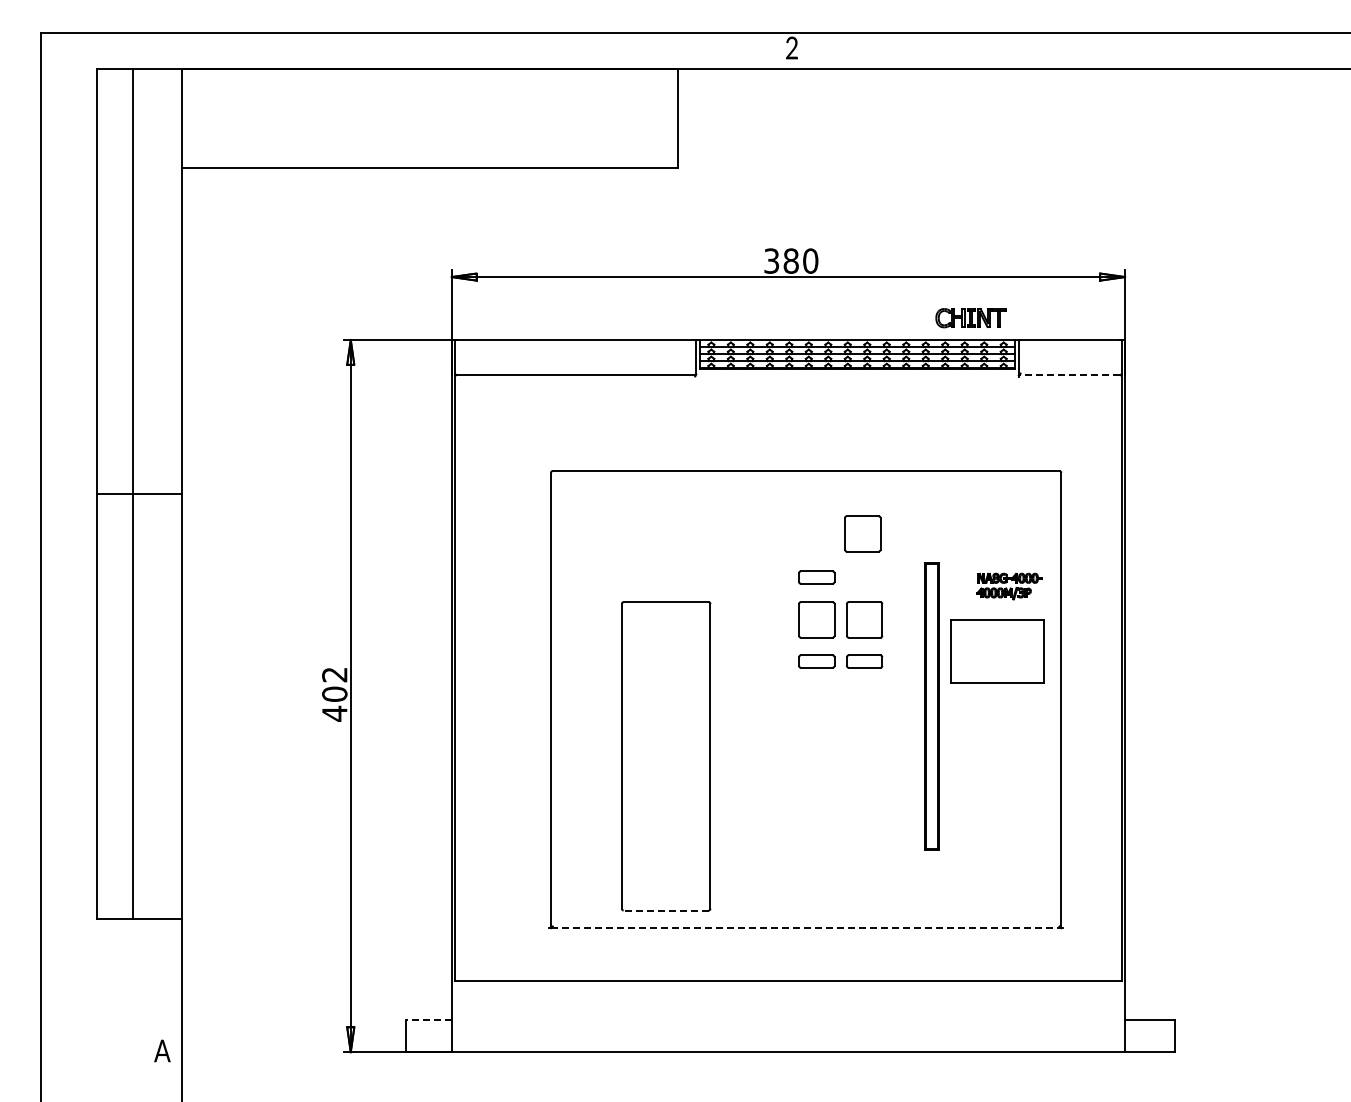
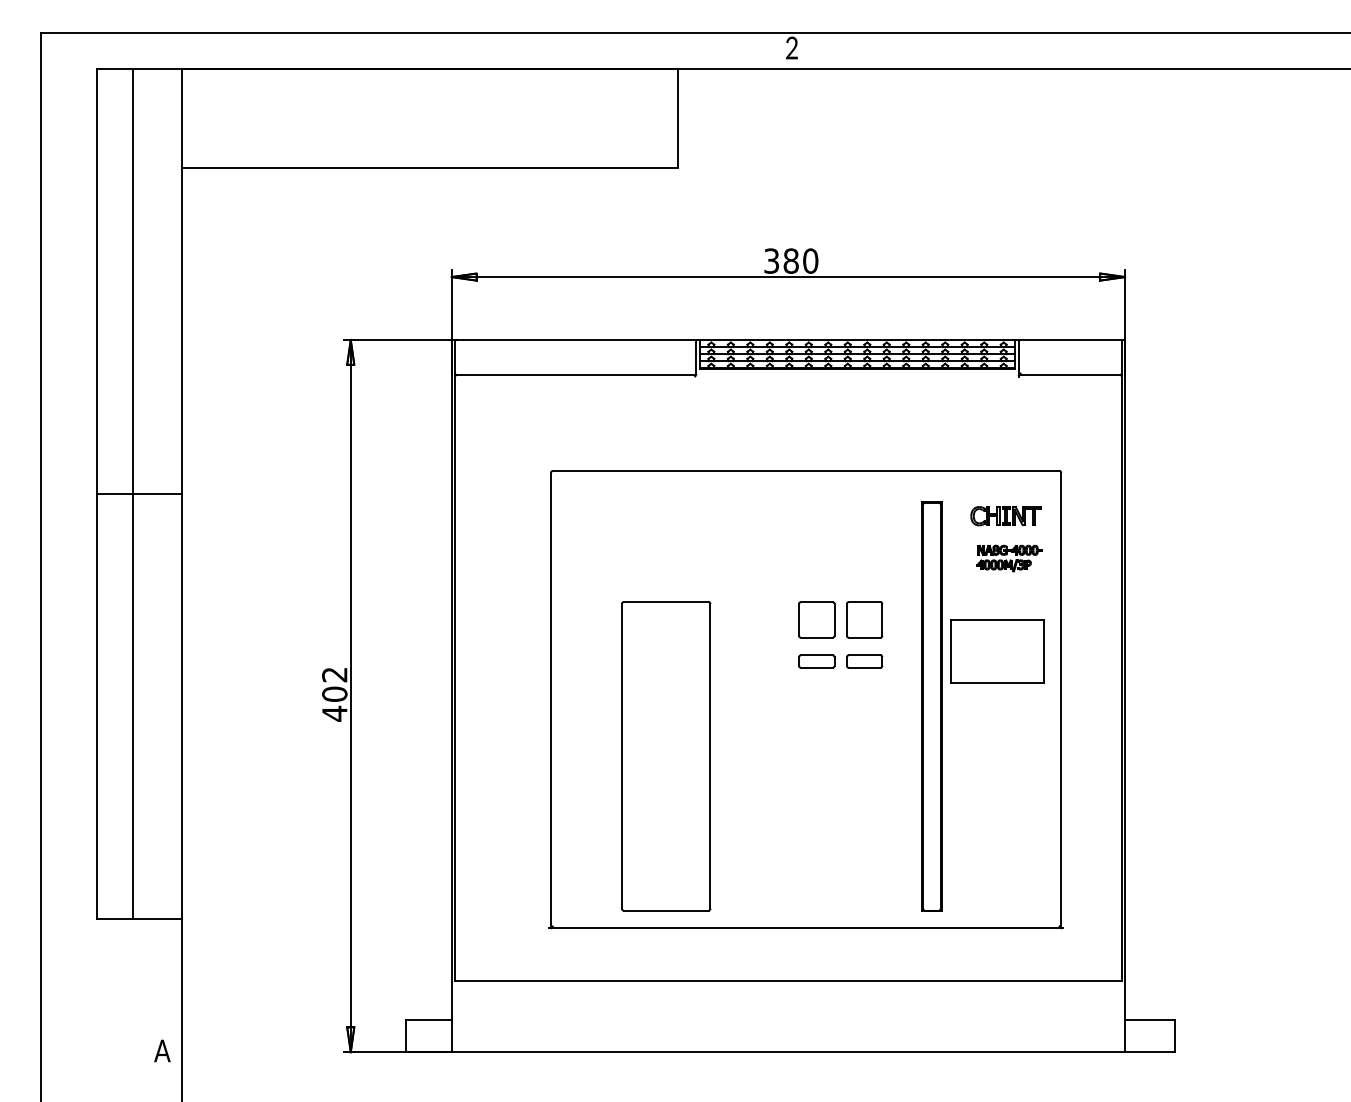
part at (970, 318) position: (970, 318) -> (1005, 516)
line at (1068, 375): dashed -> solid
part at (862, 533): present -> none
part at (816, 577): present -> none
part at (1009, 586) position: (1009, 586) -> (1009, 558)
part at (931, 706) size: 16x289 px -> 22x411 px
line at (666, 910): dashed -> solid
line at (806, 928): dashed -> solid
line at (428, 1020): dashed -> solid
